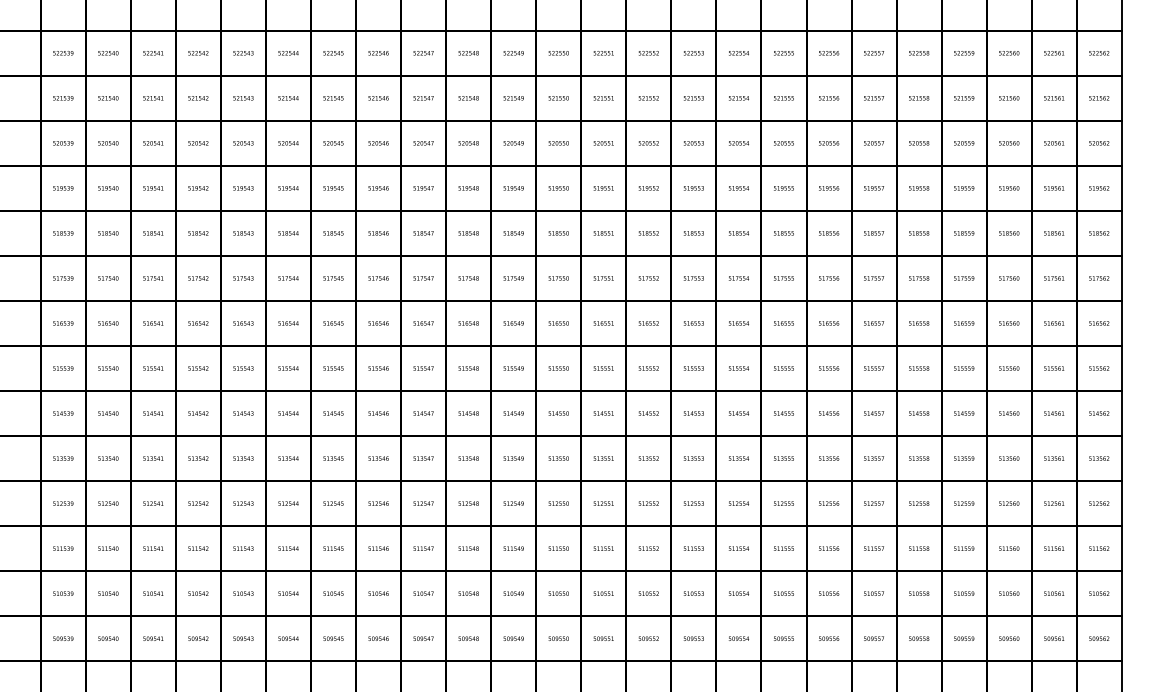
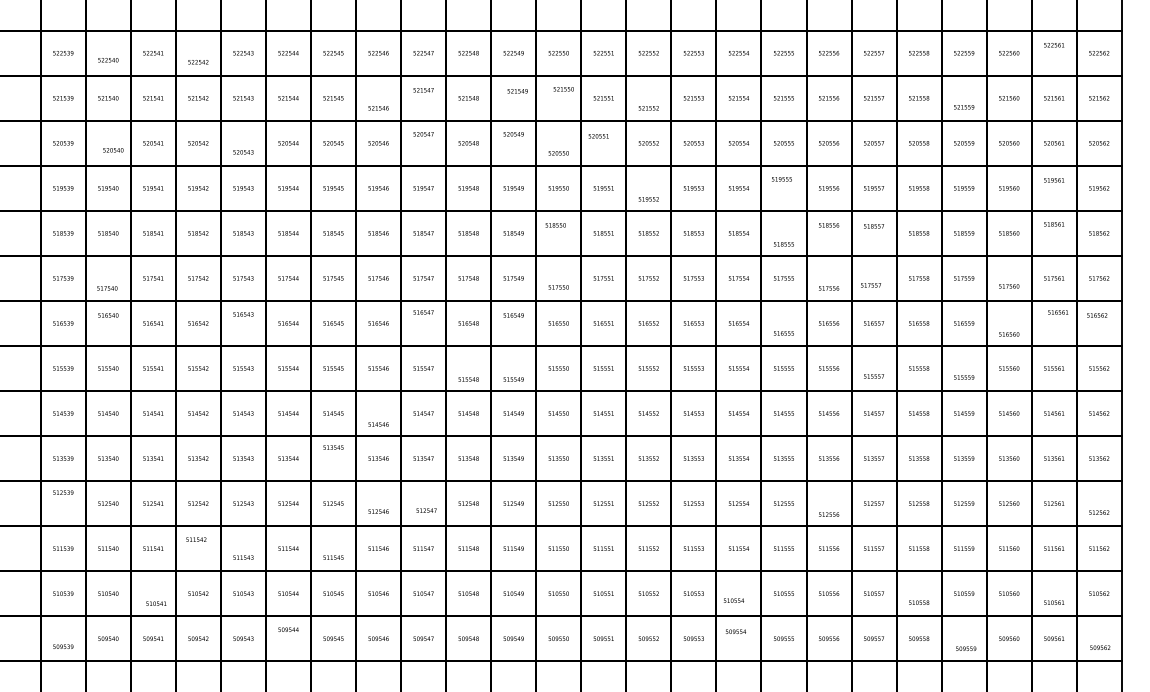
text at (108, 53) position: (108, 53) -> (108, 60)
text at (198, 53) position: (198, 53) -> (198, 62)
text at (1054, 53) position: (1054, 53) -> (1054, 45)
text at (378, 98) position: (378, 98) -> (378, 108)
text at (423, 98) position: (423, 98) -> (423, 90)
text at (513, 98) position: (513, 98) -> (517, 91)
text at (558, 98) position: (558, 98) -> (563, 89)
text at (648, 98) position: (648, 98) -> (648, 108)
text at (964, 98) position: (964, 98) -> (964, 107)
text at (108, 143) position: (108, 143) -> (113, 150)
text at (243, 143) position: (243, 143) -> (243, 152)
text at (423, 143) position: (423, 143) -> (423, 134)
text at (513, 143) position: (513, 143) -> (513, 134)
text at (558, 143) position: (558, 143) -> (558, 153)
text at (603, 143) position: (603, 143) -> (598, 136)
text at (648, 188) position: (648, 188) -> (648, 199)
text at (783, 188) position: (783, 188) -> (781, 179)
text at (1054, 188) position: (1054, 188) -> (1054, 180)
text at (558, 233) position: (558, 233) -> (555, 225)
text at (783, 233) position: (783, 233) -> (783, 244)
text at (829, 233) position: (829, 233) -> (829, 225)
text at (873, 233) position: (873, 233) -> (873, 226)
text at (1054, 233) position: (1054, 233) -> (1054, 224)
text at (108, 278) position: (108, 278) -> (107, 288)
text at (558, 278) position: (558, 278) -> (558, 287)
text at (829, 278) position: (829, 278) -> (829, 288)
text at (873, 278) position: (873, 278) -> (870, 285)
text at (1009, 278) position: (1009, 278) -> (1009, 286)
text at (108, 323) position: (108, 323) -> (108, 315)
text at (243, 323) position: (243, 323) -> (243, 314)
text at (423, 323) position: (423, 323) -> (423, 312)
text at (513, 323) position: (513, 323) -> (513, 315)
text at (783, 323) position: (783, 323) -> (783, 333)
text at (1009, 323) position: (1009, 323) -> (1009, 334)
text at (1054, 323) position: (1054, 323) -> (1058, 312)
text at (1099, 323) position: (1099, 323) -> (1097, 315)
text at (468, 368) position: (468, 368) -> (468, 379)
text at (513, 368) position: (513, 368) -> (513, 379)
text at (873, 368) position: (873, 368) -> (873, 376)
text at (964, 368) position: (964, 368) -> (964, 377)
text at (378, 413) position: (378, 413) -> (378, 424)
text at (333, 458) position: (333, 458) -> (333, 447)
text at (63, 503) position: (63, 503) -> (63, 492)
text at (378, 503) position: (378, 503) -> (378, 511)
text at (423, 503) position: (423, 503) -> (426, 510)
text at (829, 503) position: (829, 503) -> (829, 514)
text at (1099, 503) position: (1099, 503) -> (1099, 512)
text at (198, 548) position: (198, 548) -> (196, 539)
text at (243, 548) position: (243, 548) -> (243, 557)
text at (333, 548) position: (333, 548) -> (333, 557)
text at (153, 593) position: (153, 593) -> (156, 603)
text at (738, 593) position: (738, 593) -> (733, 600)
text at (919, 593) position: (919, 593) -> (919, 602)
text at (1054, 593) position: (1054, 593) -> (1054, 602)
text at (63, 638) position: (63, 638) -> (63, 646)
text at (288, 638) position: (288, 638) -> (288, 629)
text at (738, 638) position: (738, 638) -> (735, 631)
text at (964, 638) position: (964, 638) -> (966, 648)
text at (1099, 638) position: (1099, 638) -> (1100, 647)
